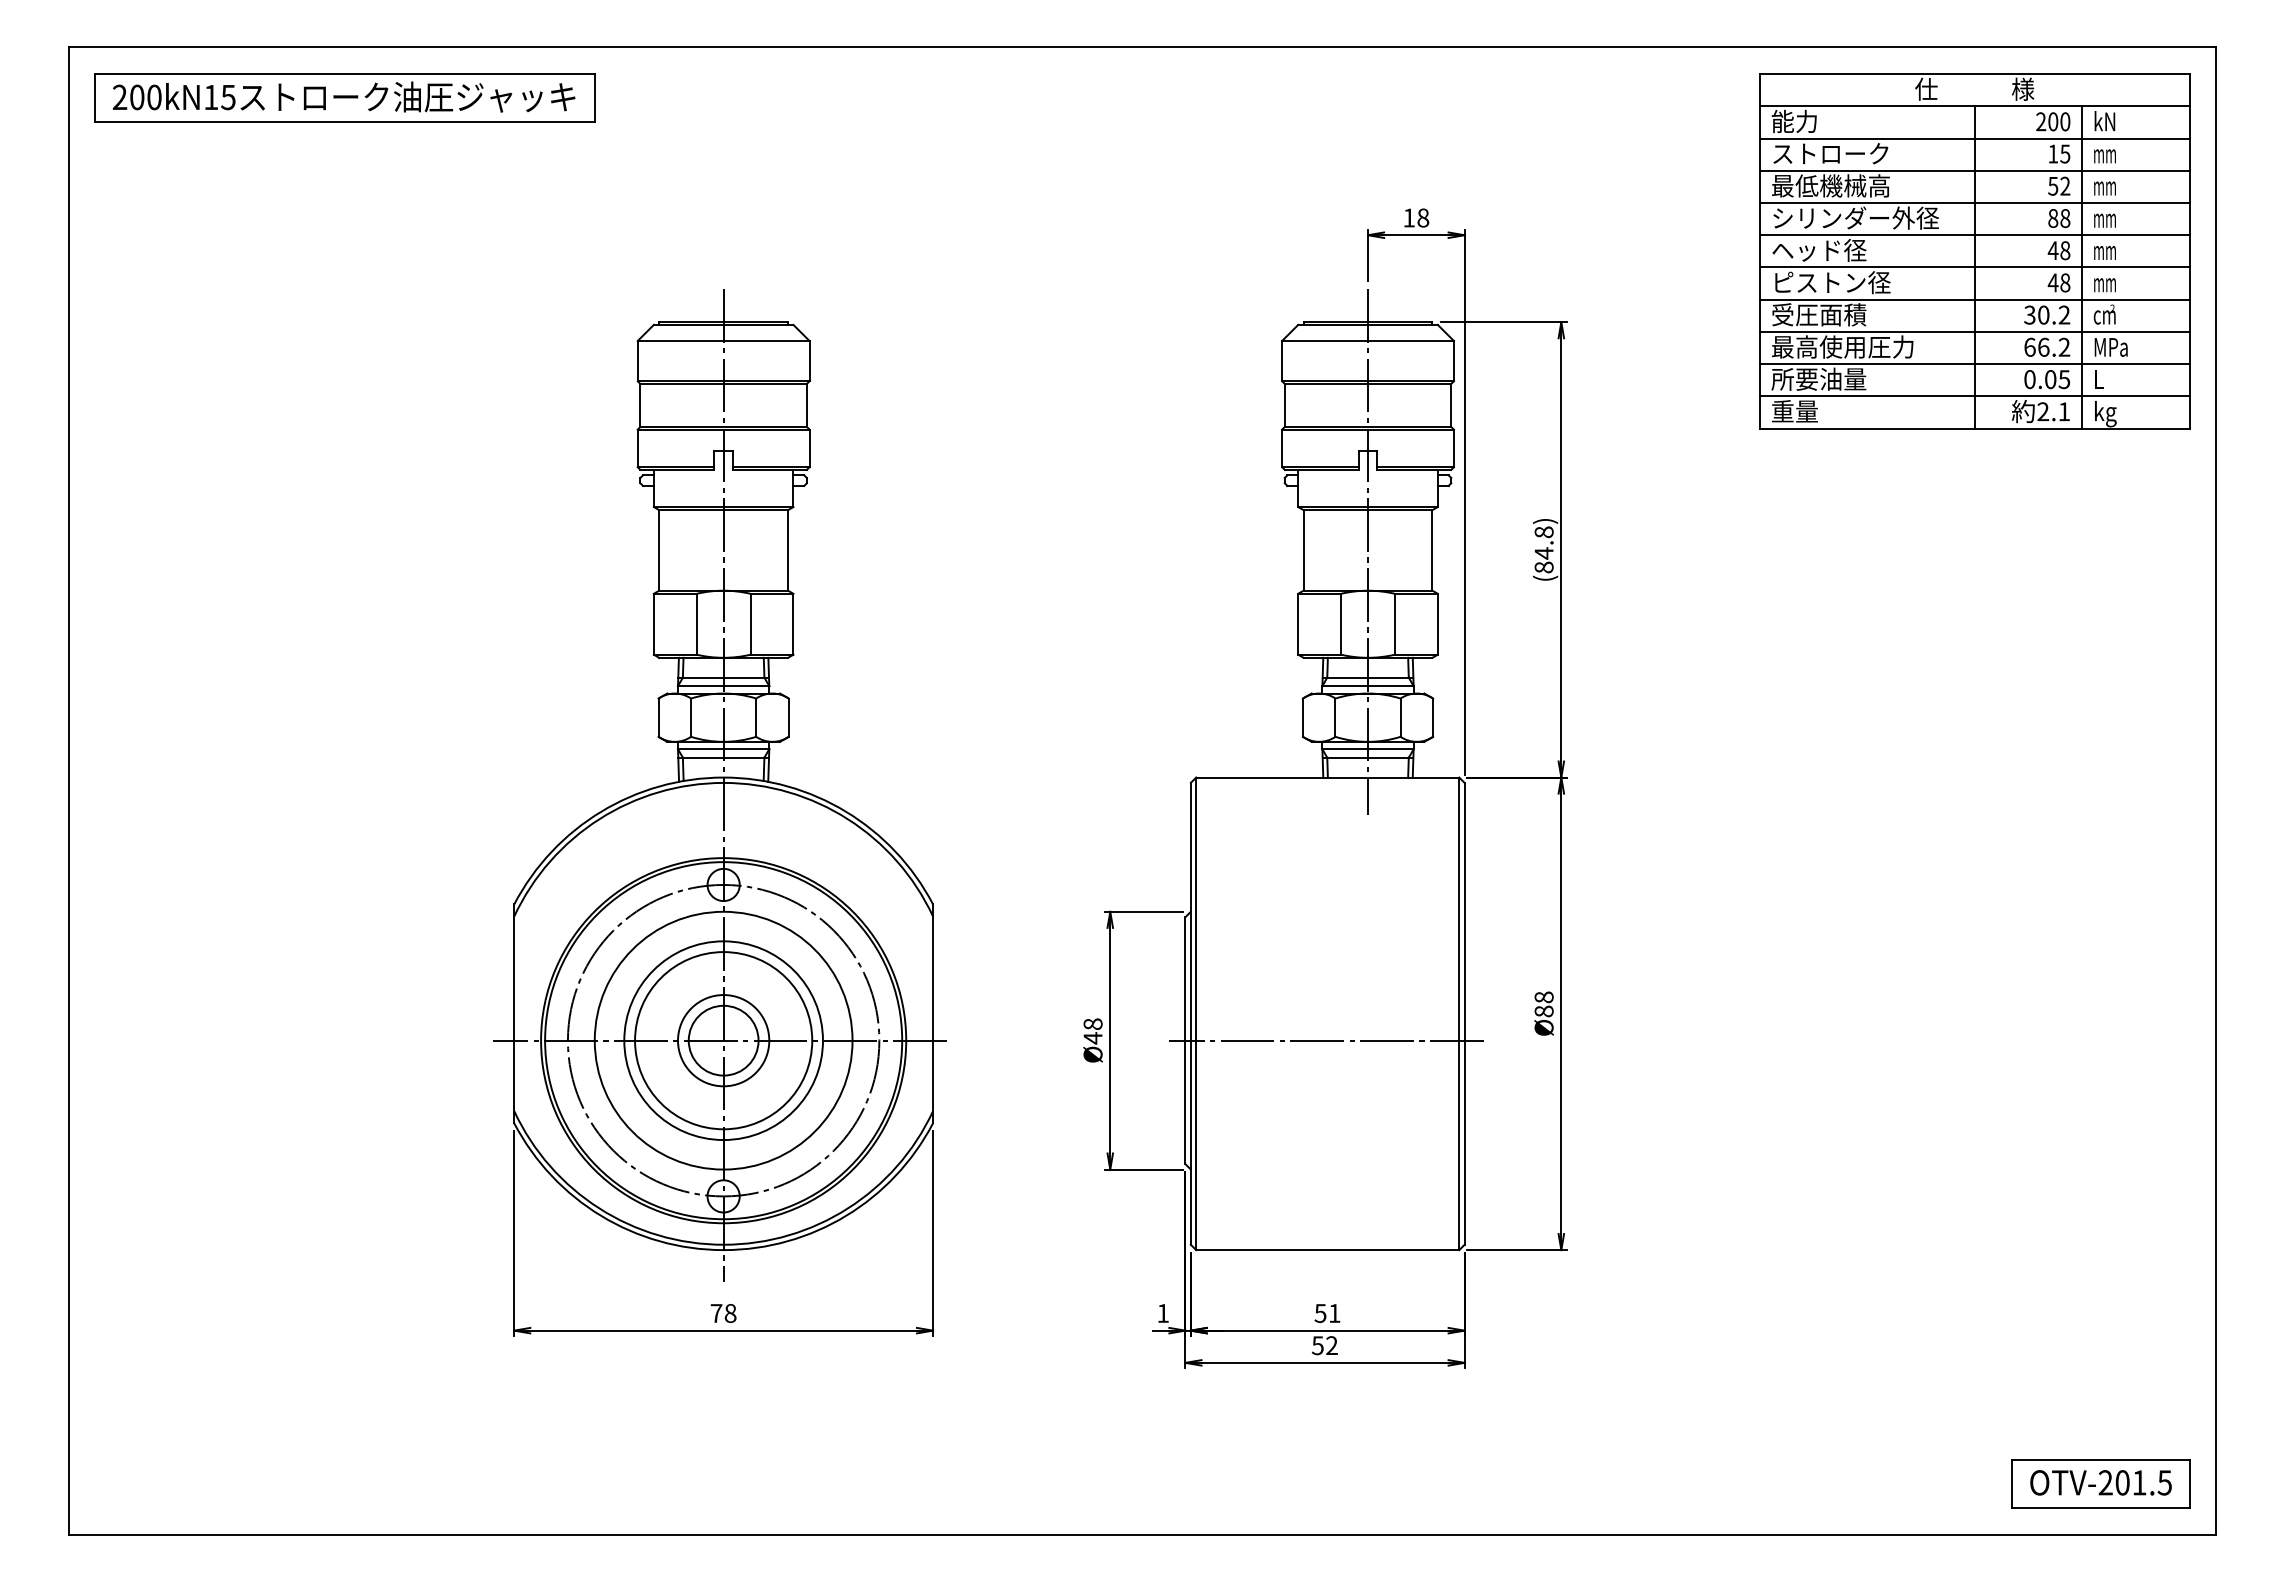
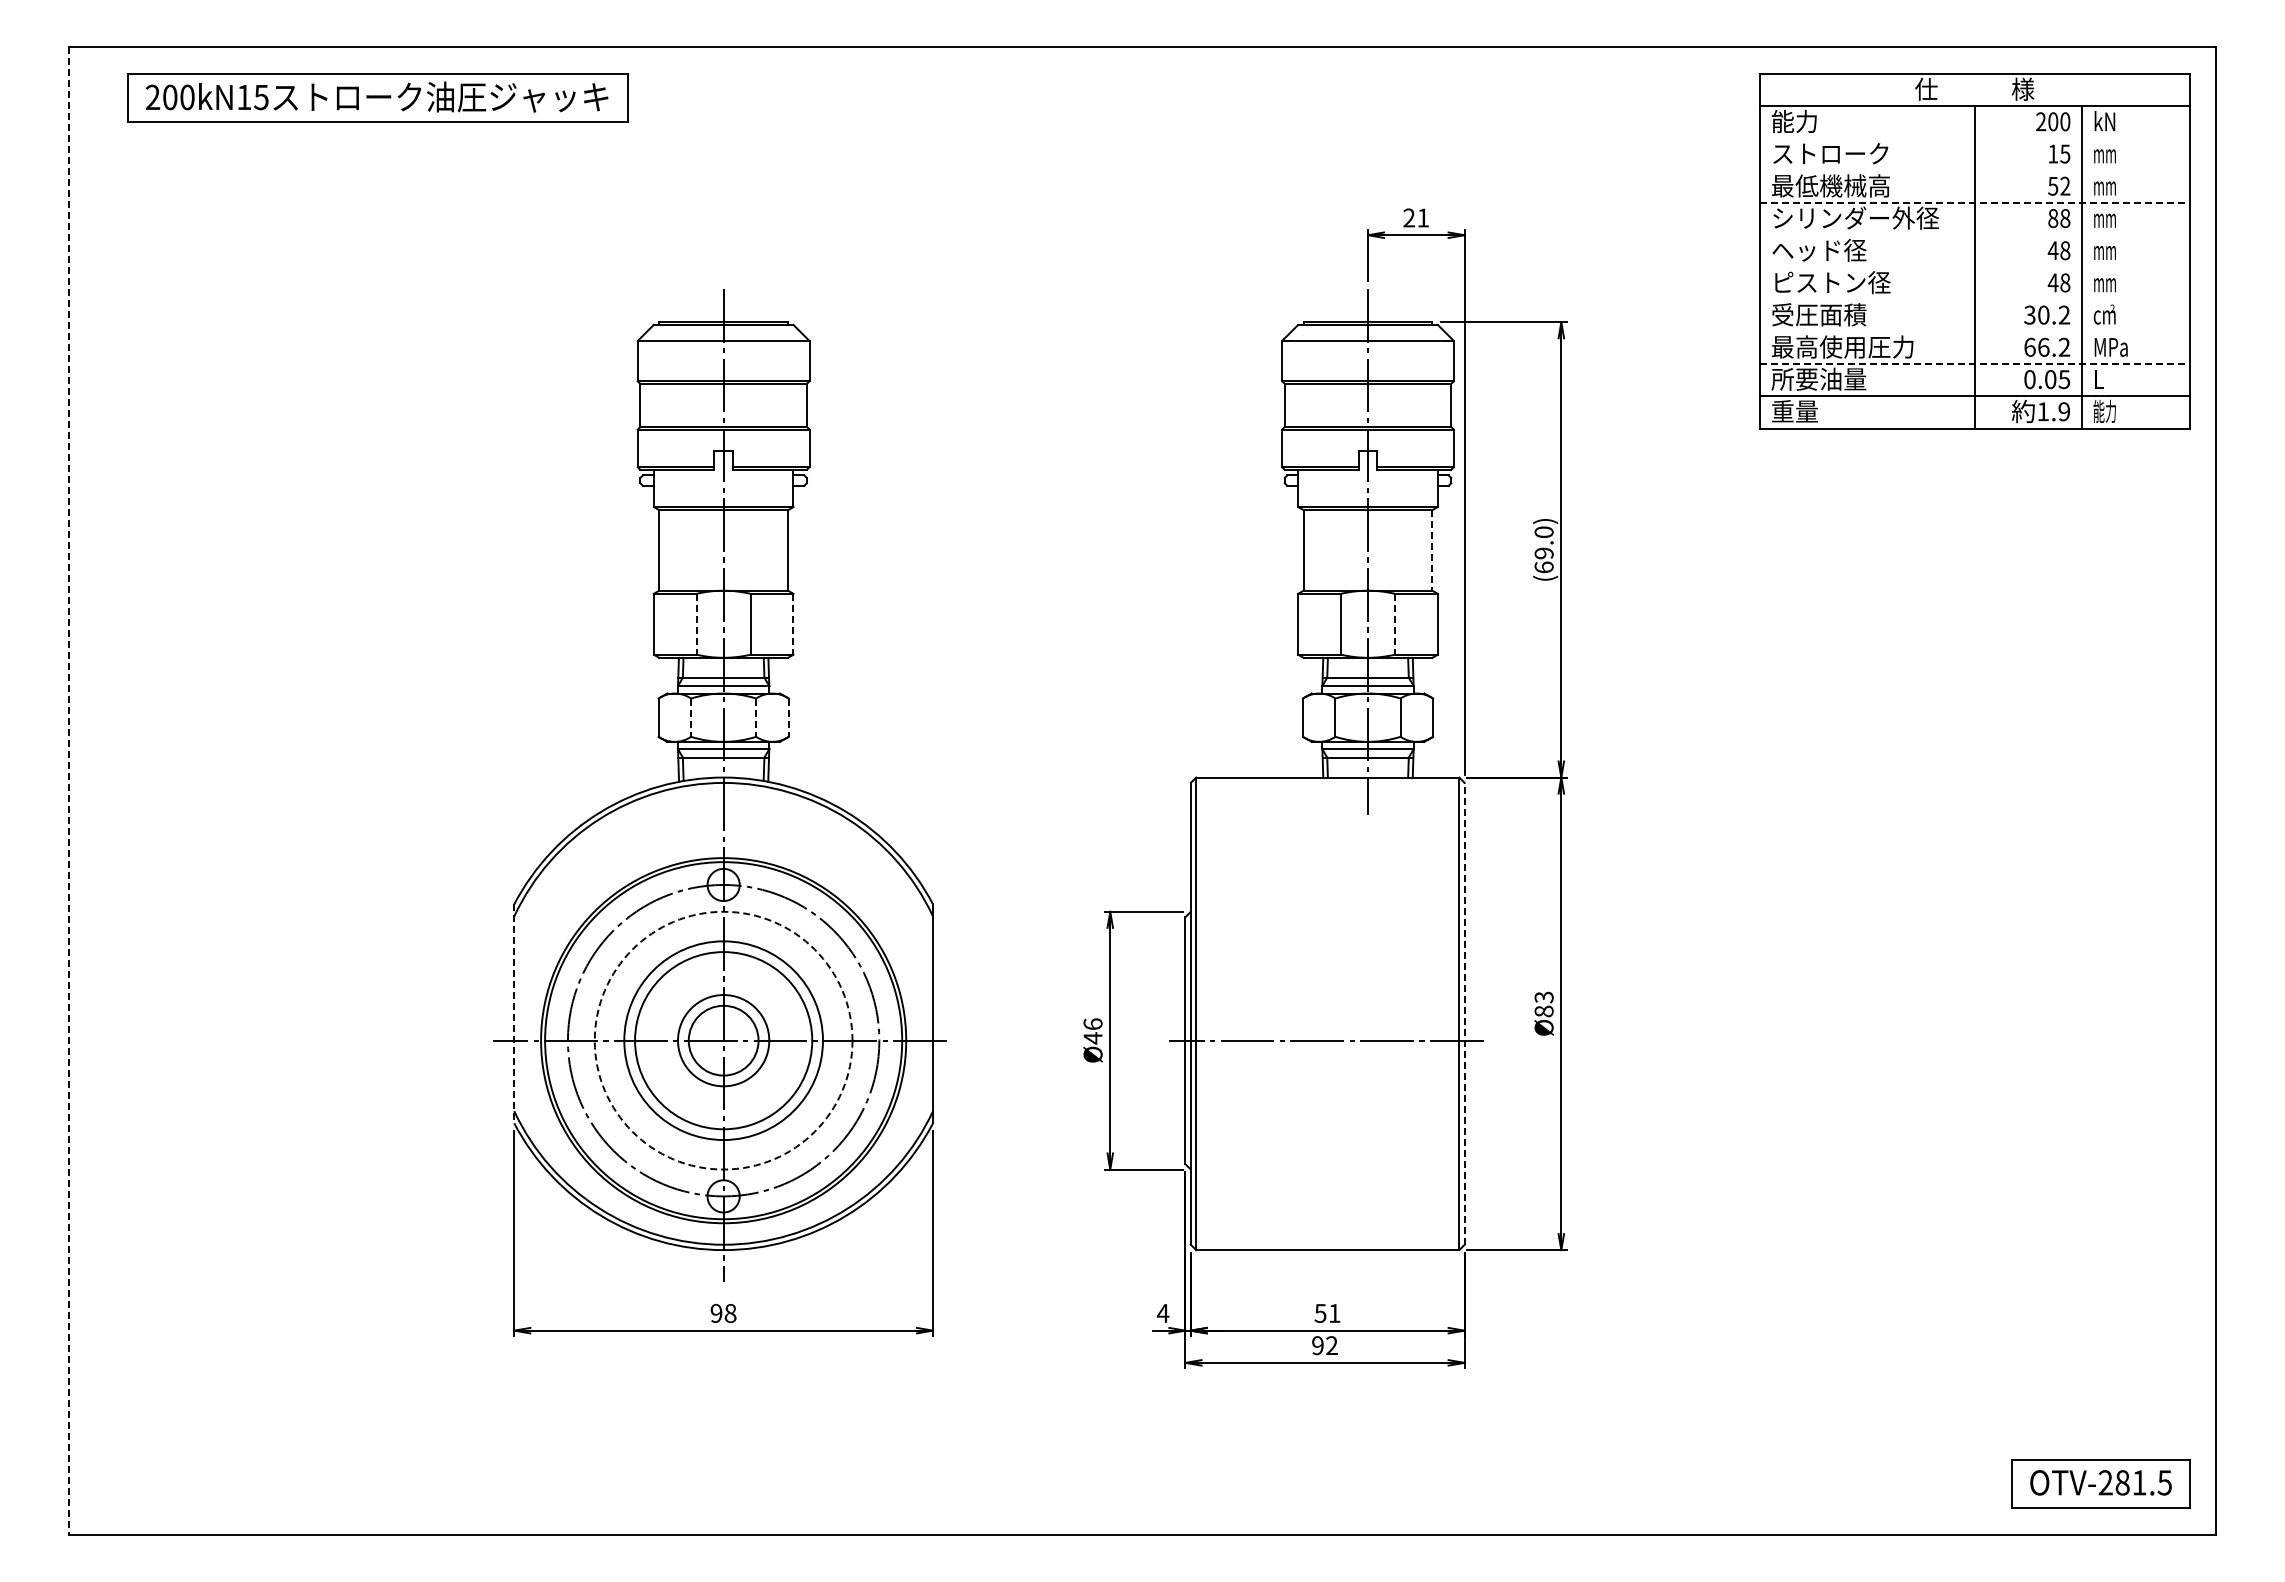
part at (344, 97) position: (344, 97) -> (377, 97)
line at (1974, 138): present -> none
line at (1974, 170): present -> none
line at (1974, 203): solid -> dashed
text at (1416, 217): 18 -> 21
line at (1974, 235): present -> none
line at (1974, 267): present -> none
line at (1974, 299): present -> none
line at (1974, 331): present -> none
line at (1974, 364): solid -> dashed
text at (2053, 411): 2.1 -> 1.9
text at (2104, 413): kg -> 能力
text at (1543, 549): (84.8) -> (69.0)
line at (1432, 550): solid -> dashed
line at (696, 624): solid -> dashed
line at (793, 624): solid -> dashed
line at (1394, 624): solid -> dashed
line at (691, 718): solid -> dashed
line at (756, 718): solid -> dashed
line at (788, 718): solid -> dashed
line at (68, 791): solid -> dashed
text at (1543, 997): Ø88 -> Ø83
line at (1464, 1013): solid -> dashed
line at (514, 1014): solid -> dashed
text at (1092, 1023): Ø48 -> Ø46
circle at (723, 1040): solid -> dashed
text at (716, 1312): 78 -> 98
text at (1162, 1313): 1 -> 4
text at (1317, 1345): 52 -> 92
text at (2122, 1482): OTV-201.5 -> OTV-281.5
